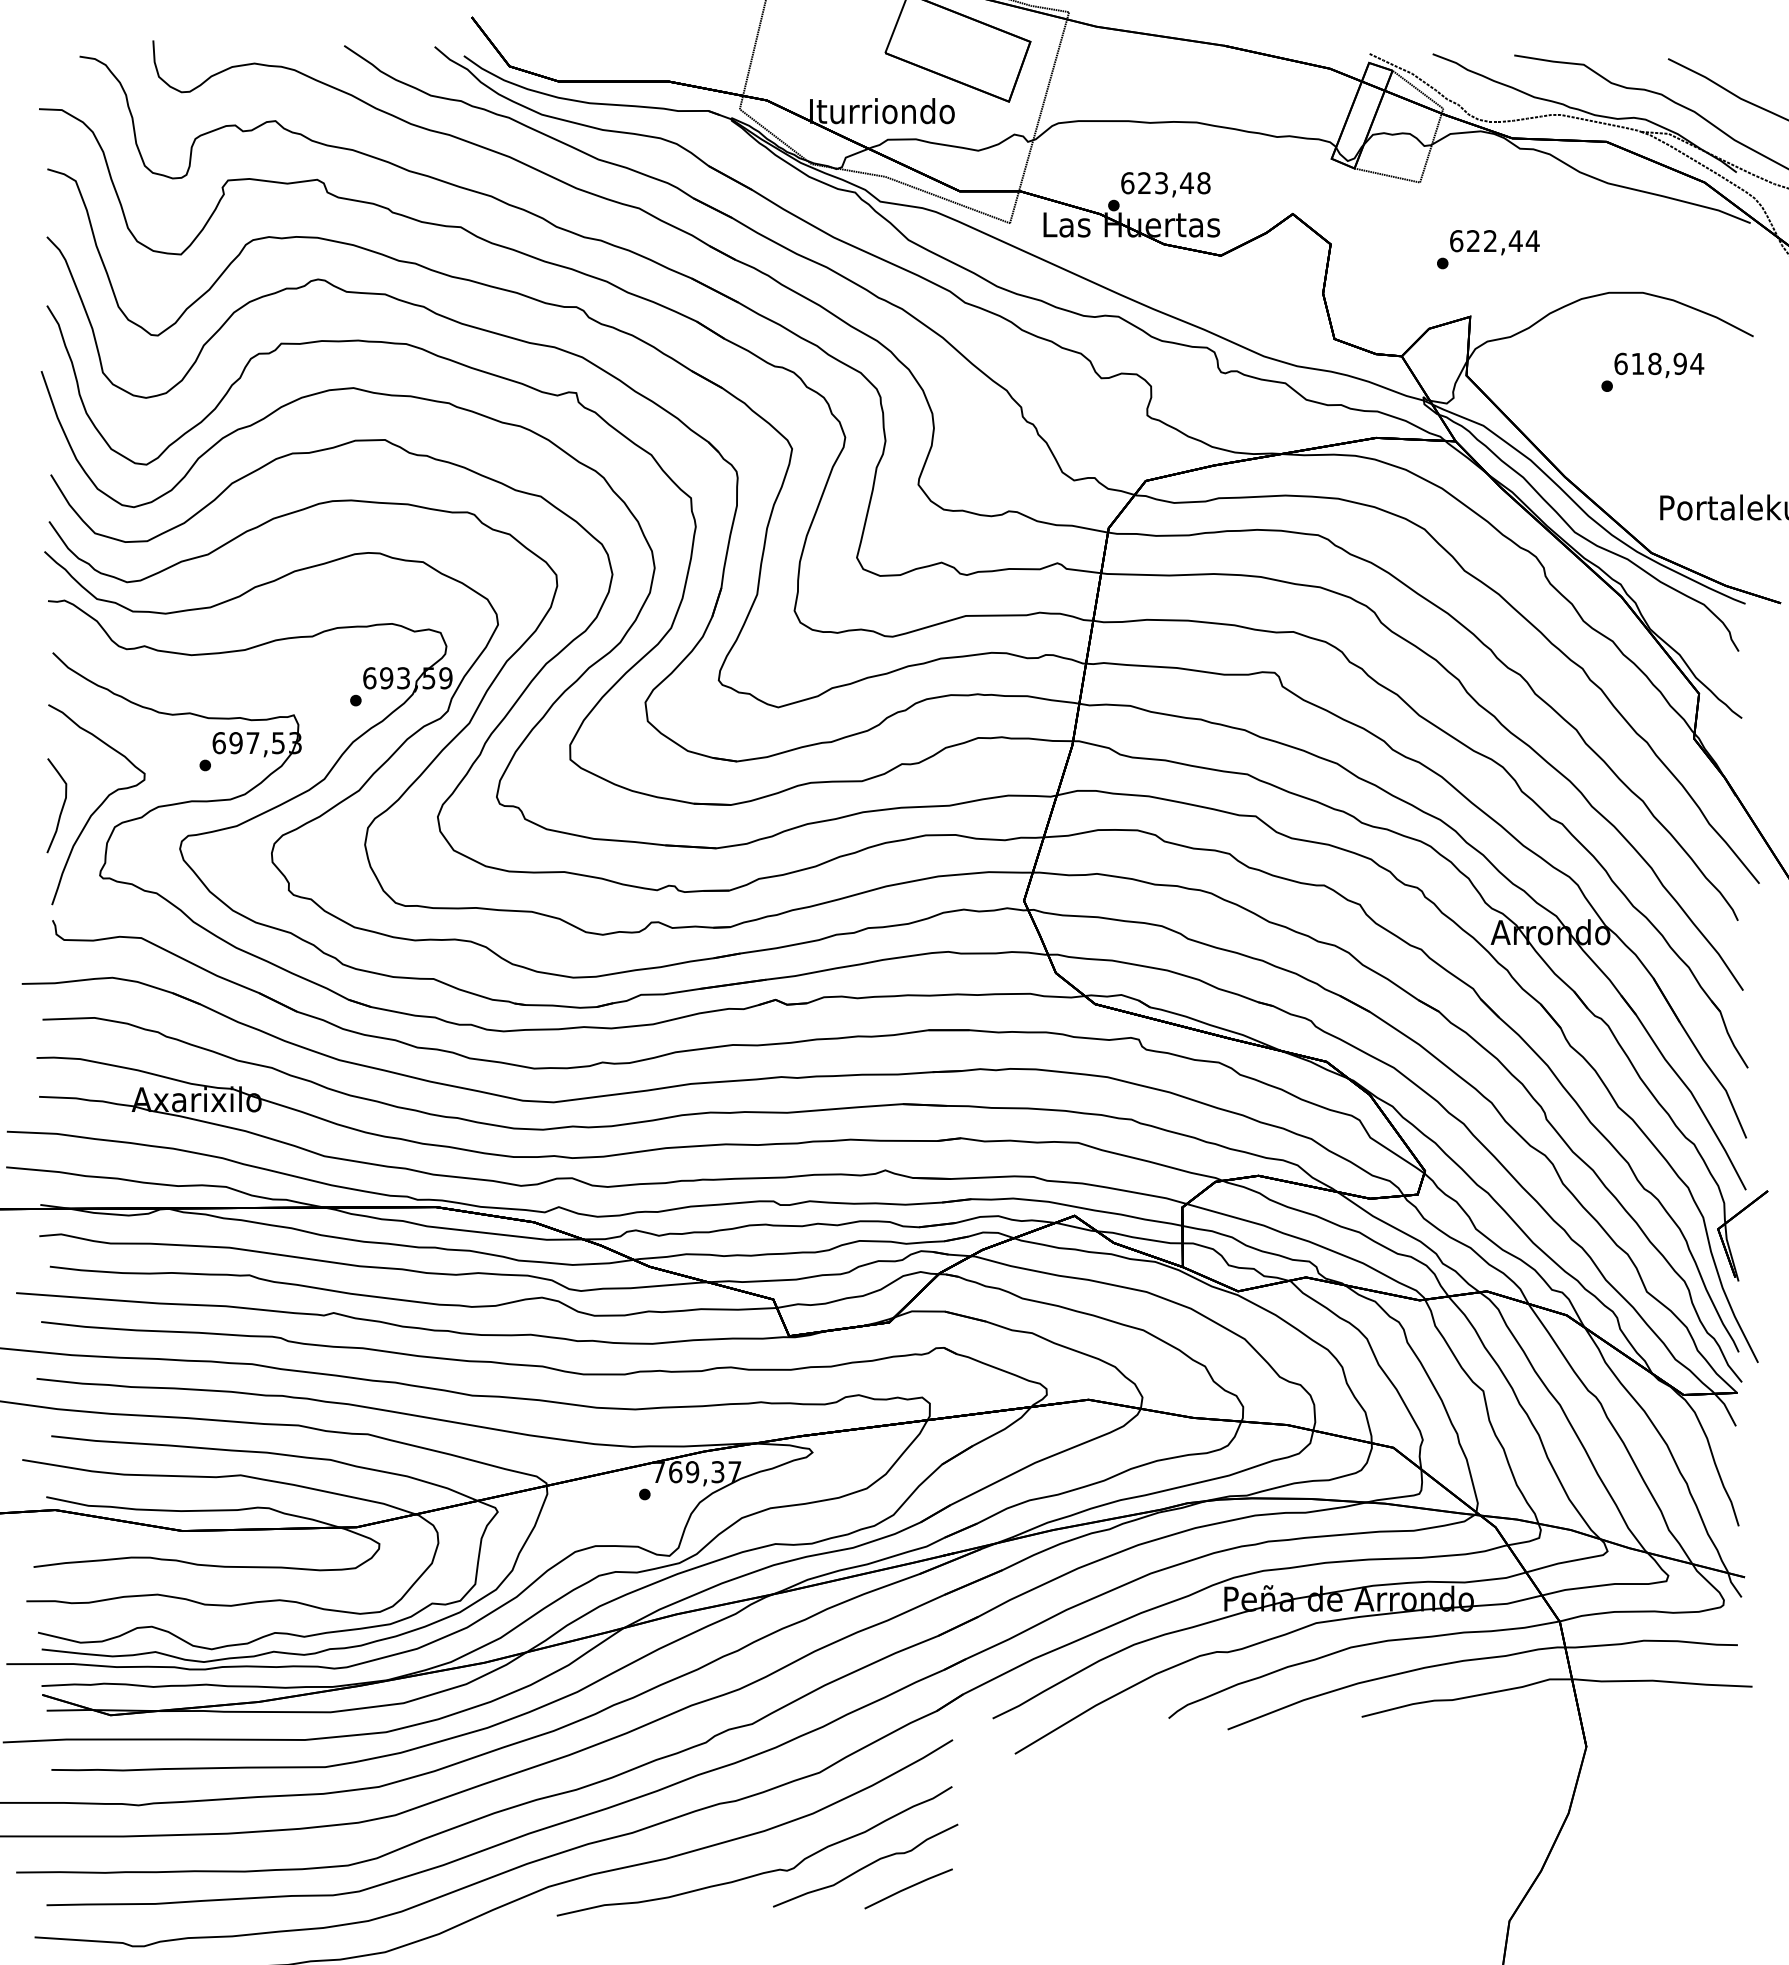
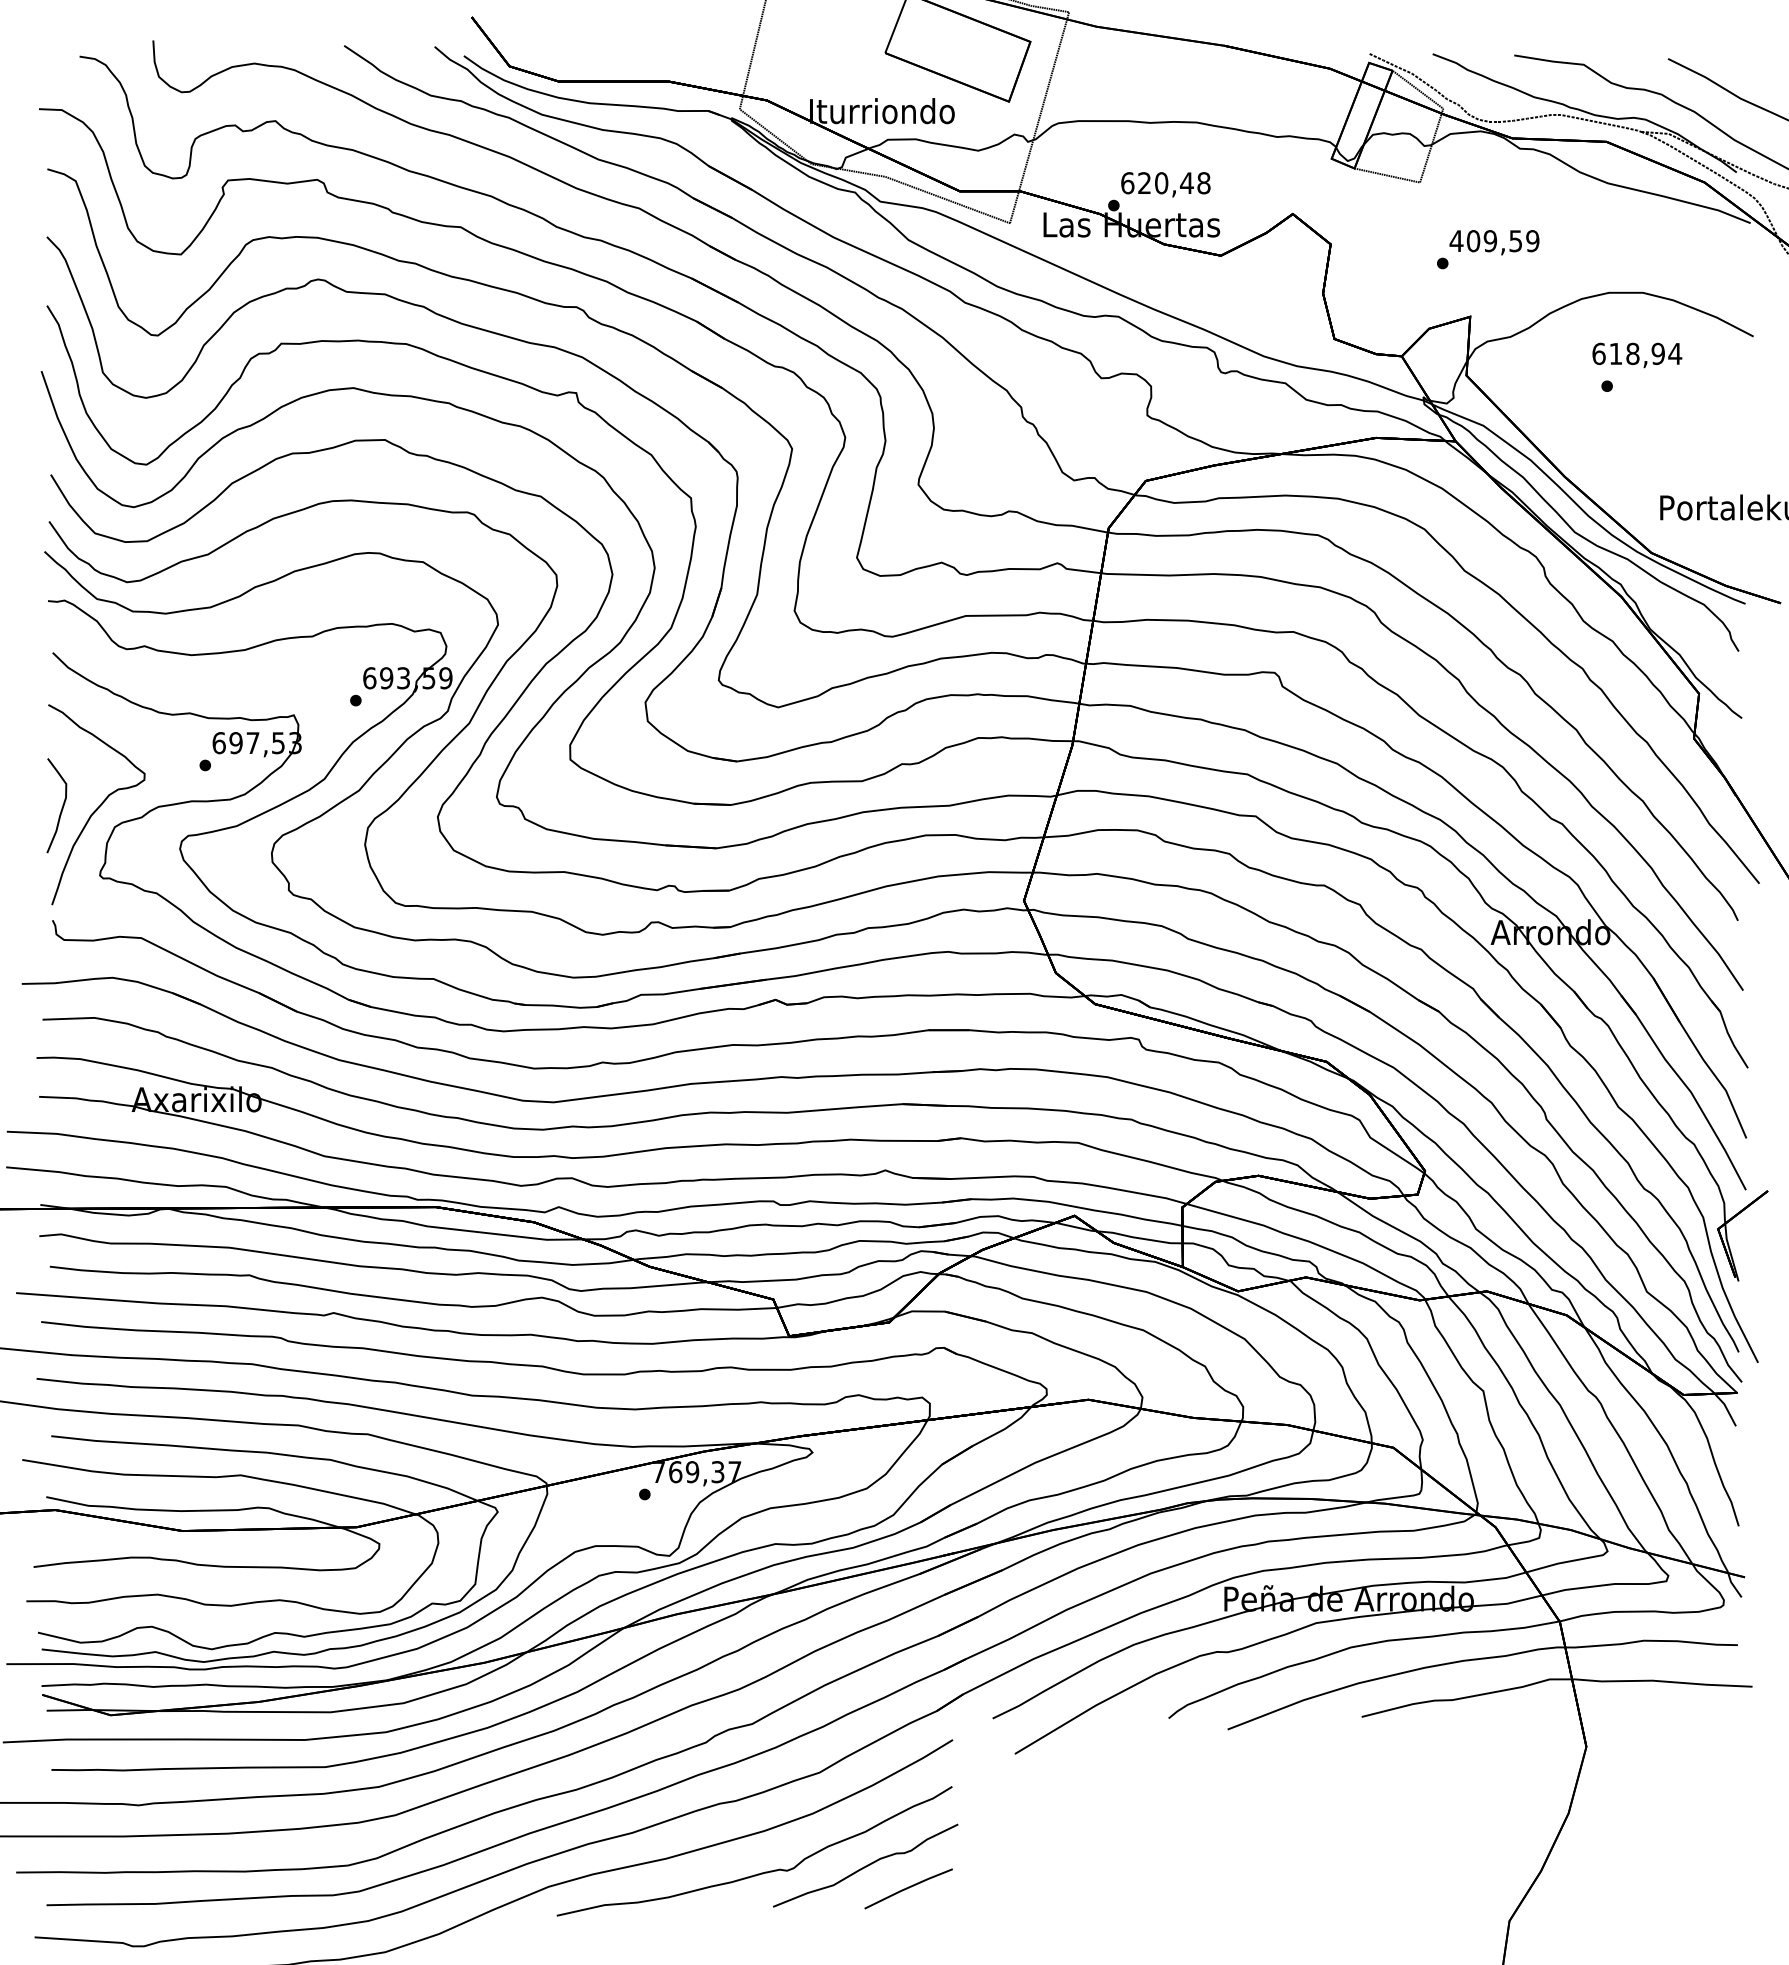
text at (1161, 183): 623,48 -> 620,48
text at (1494, 241): 622,44 -> 409,59
text at (1659, 365) position: (1659, 365) -> (1637, 355)
